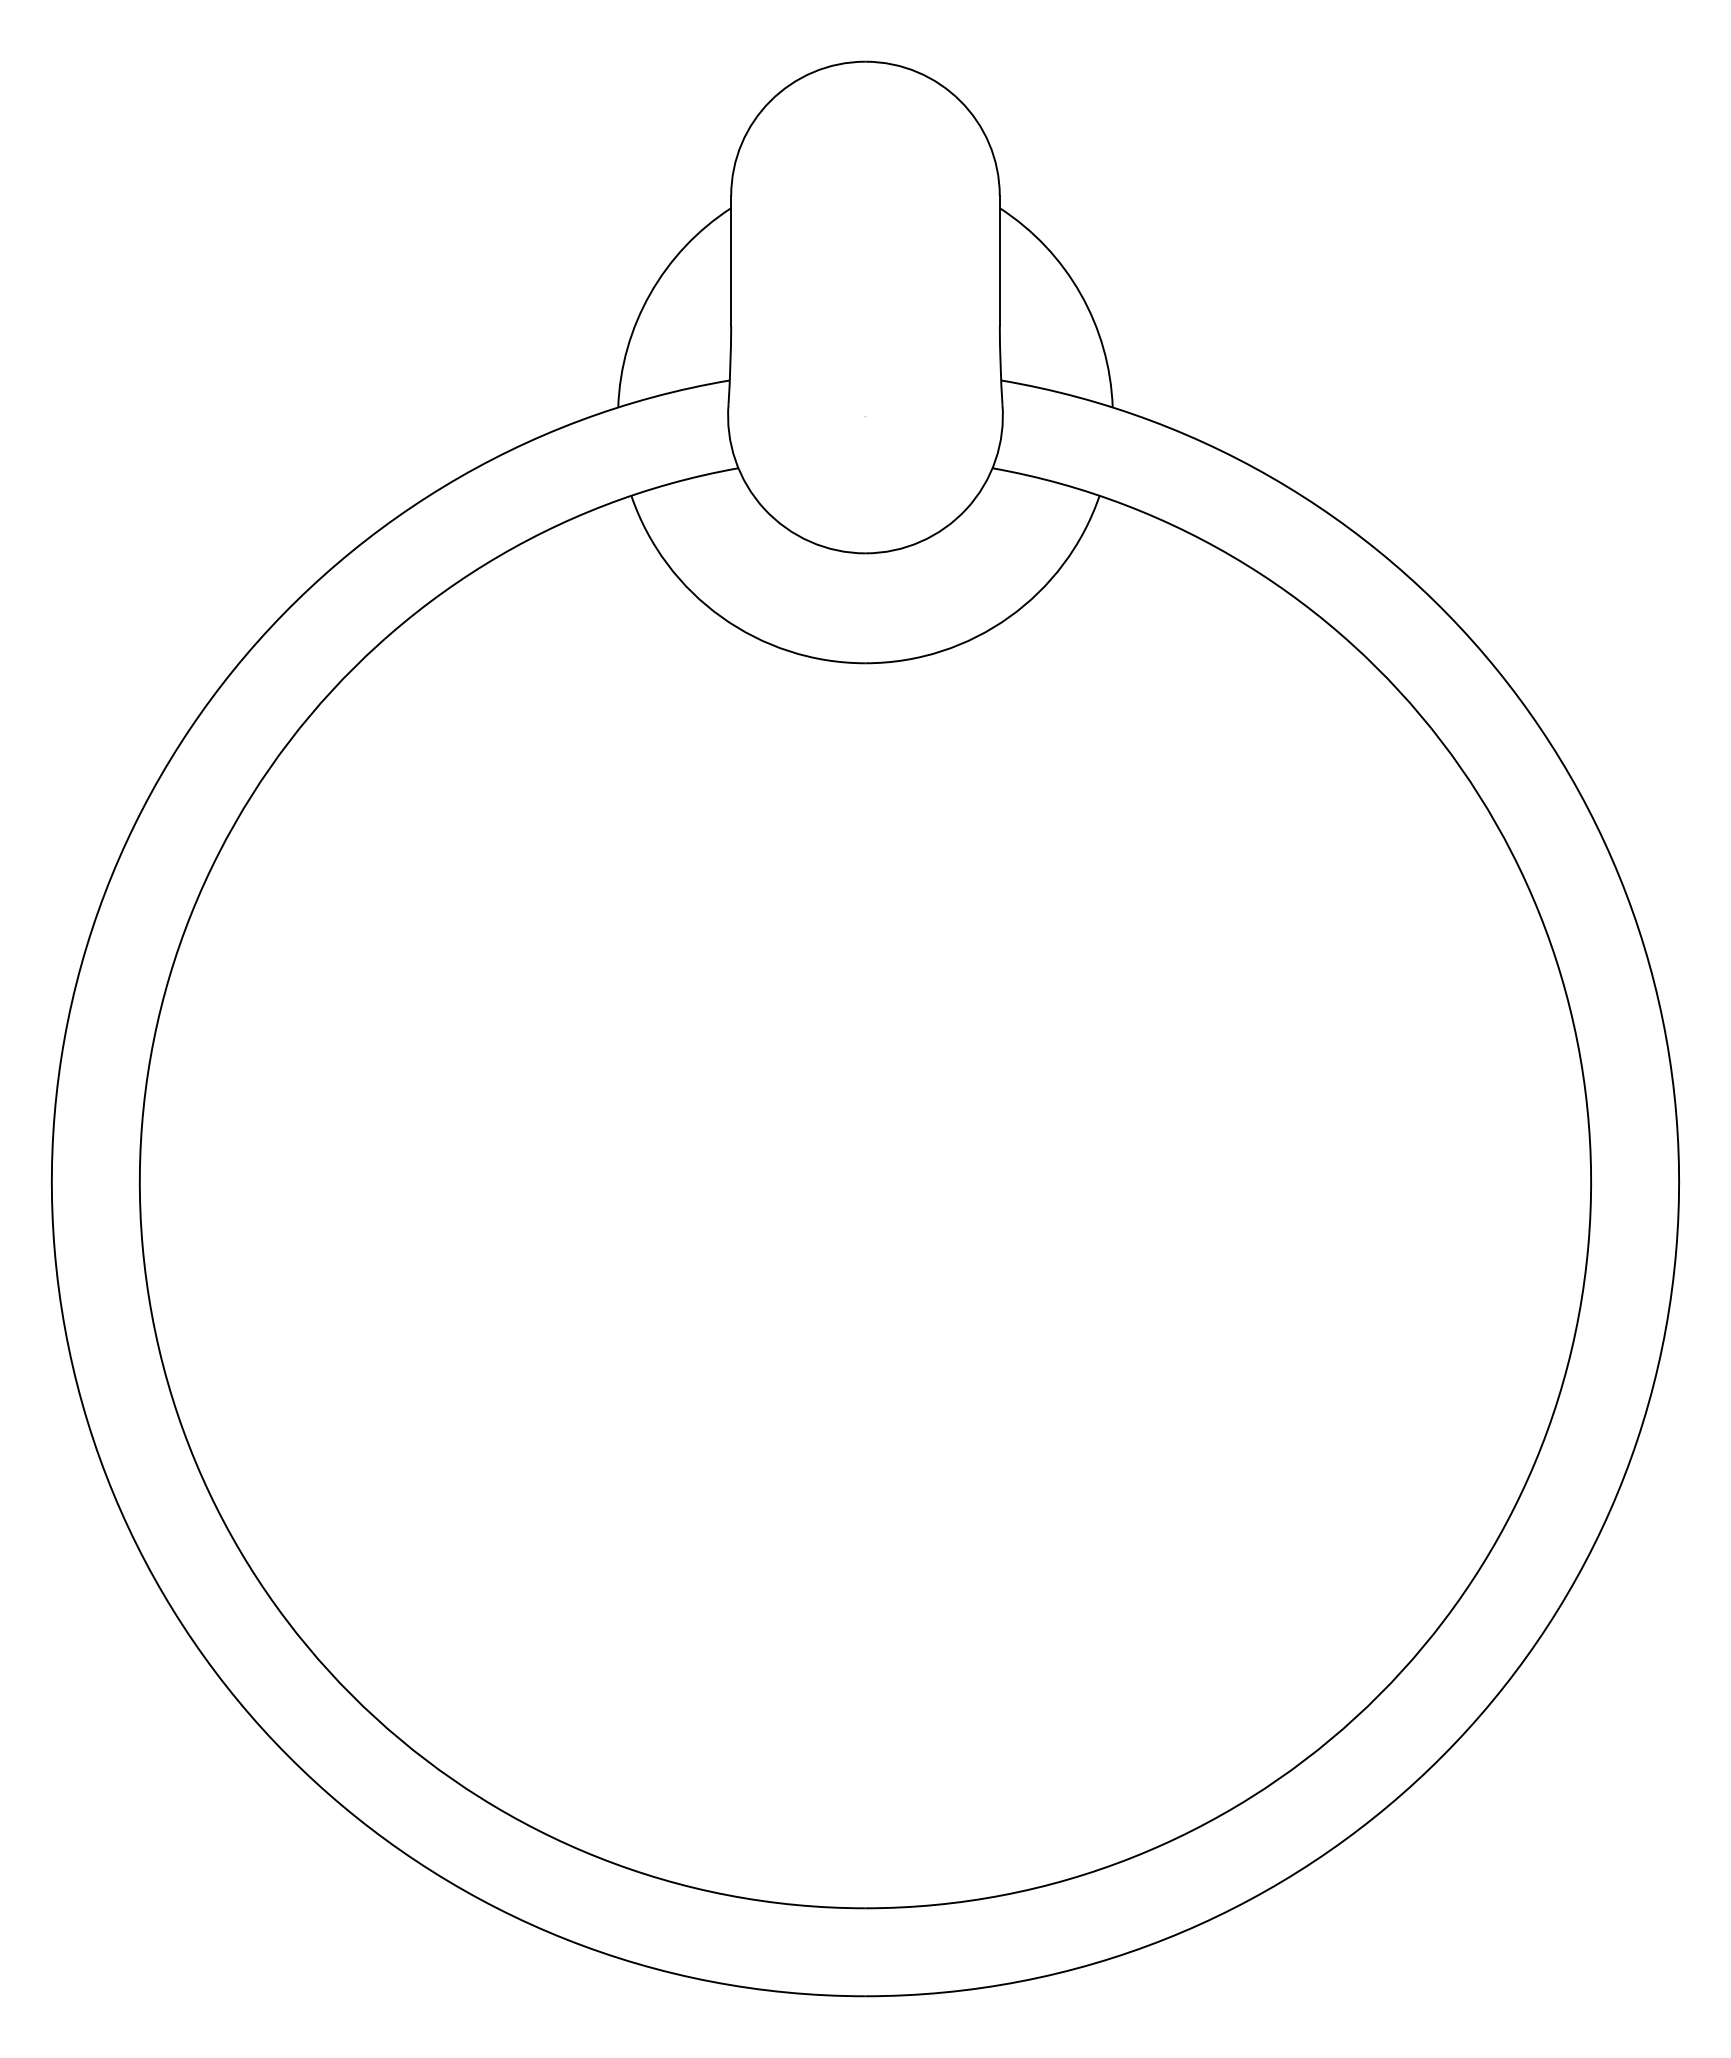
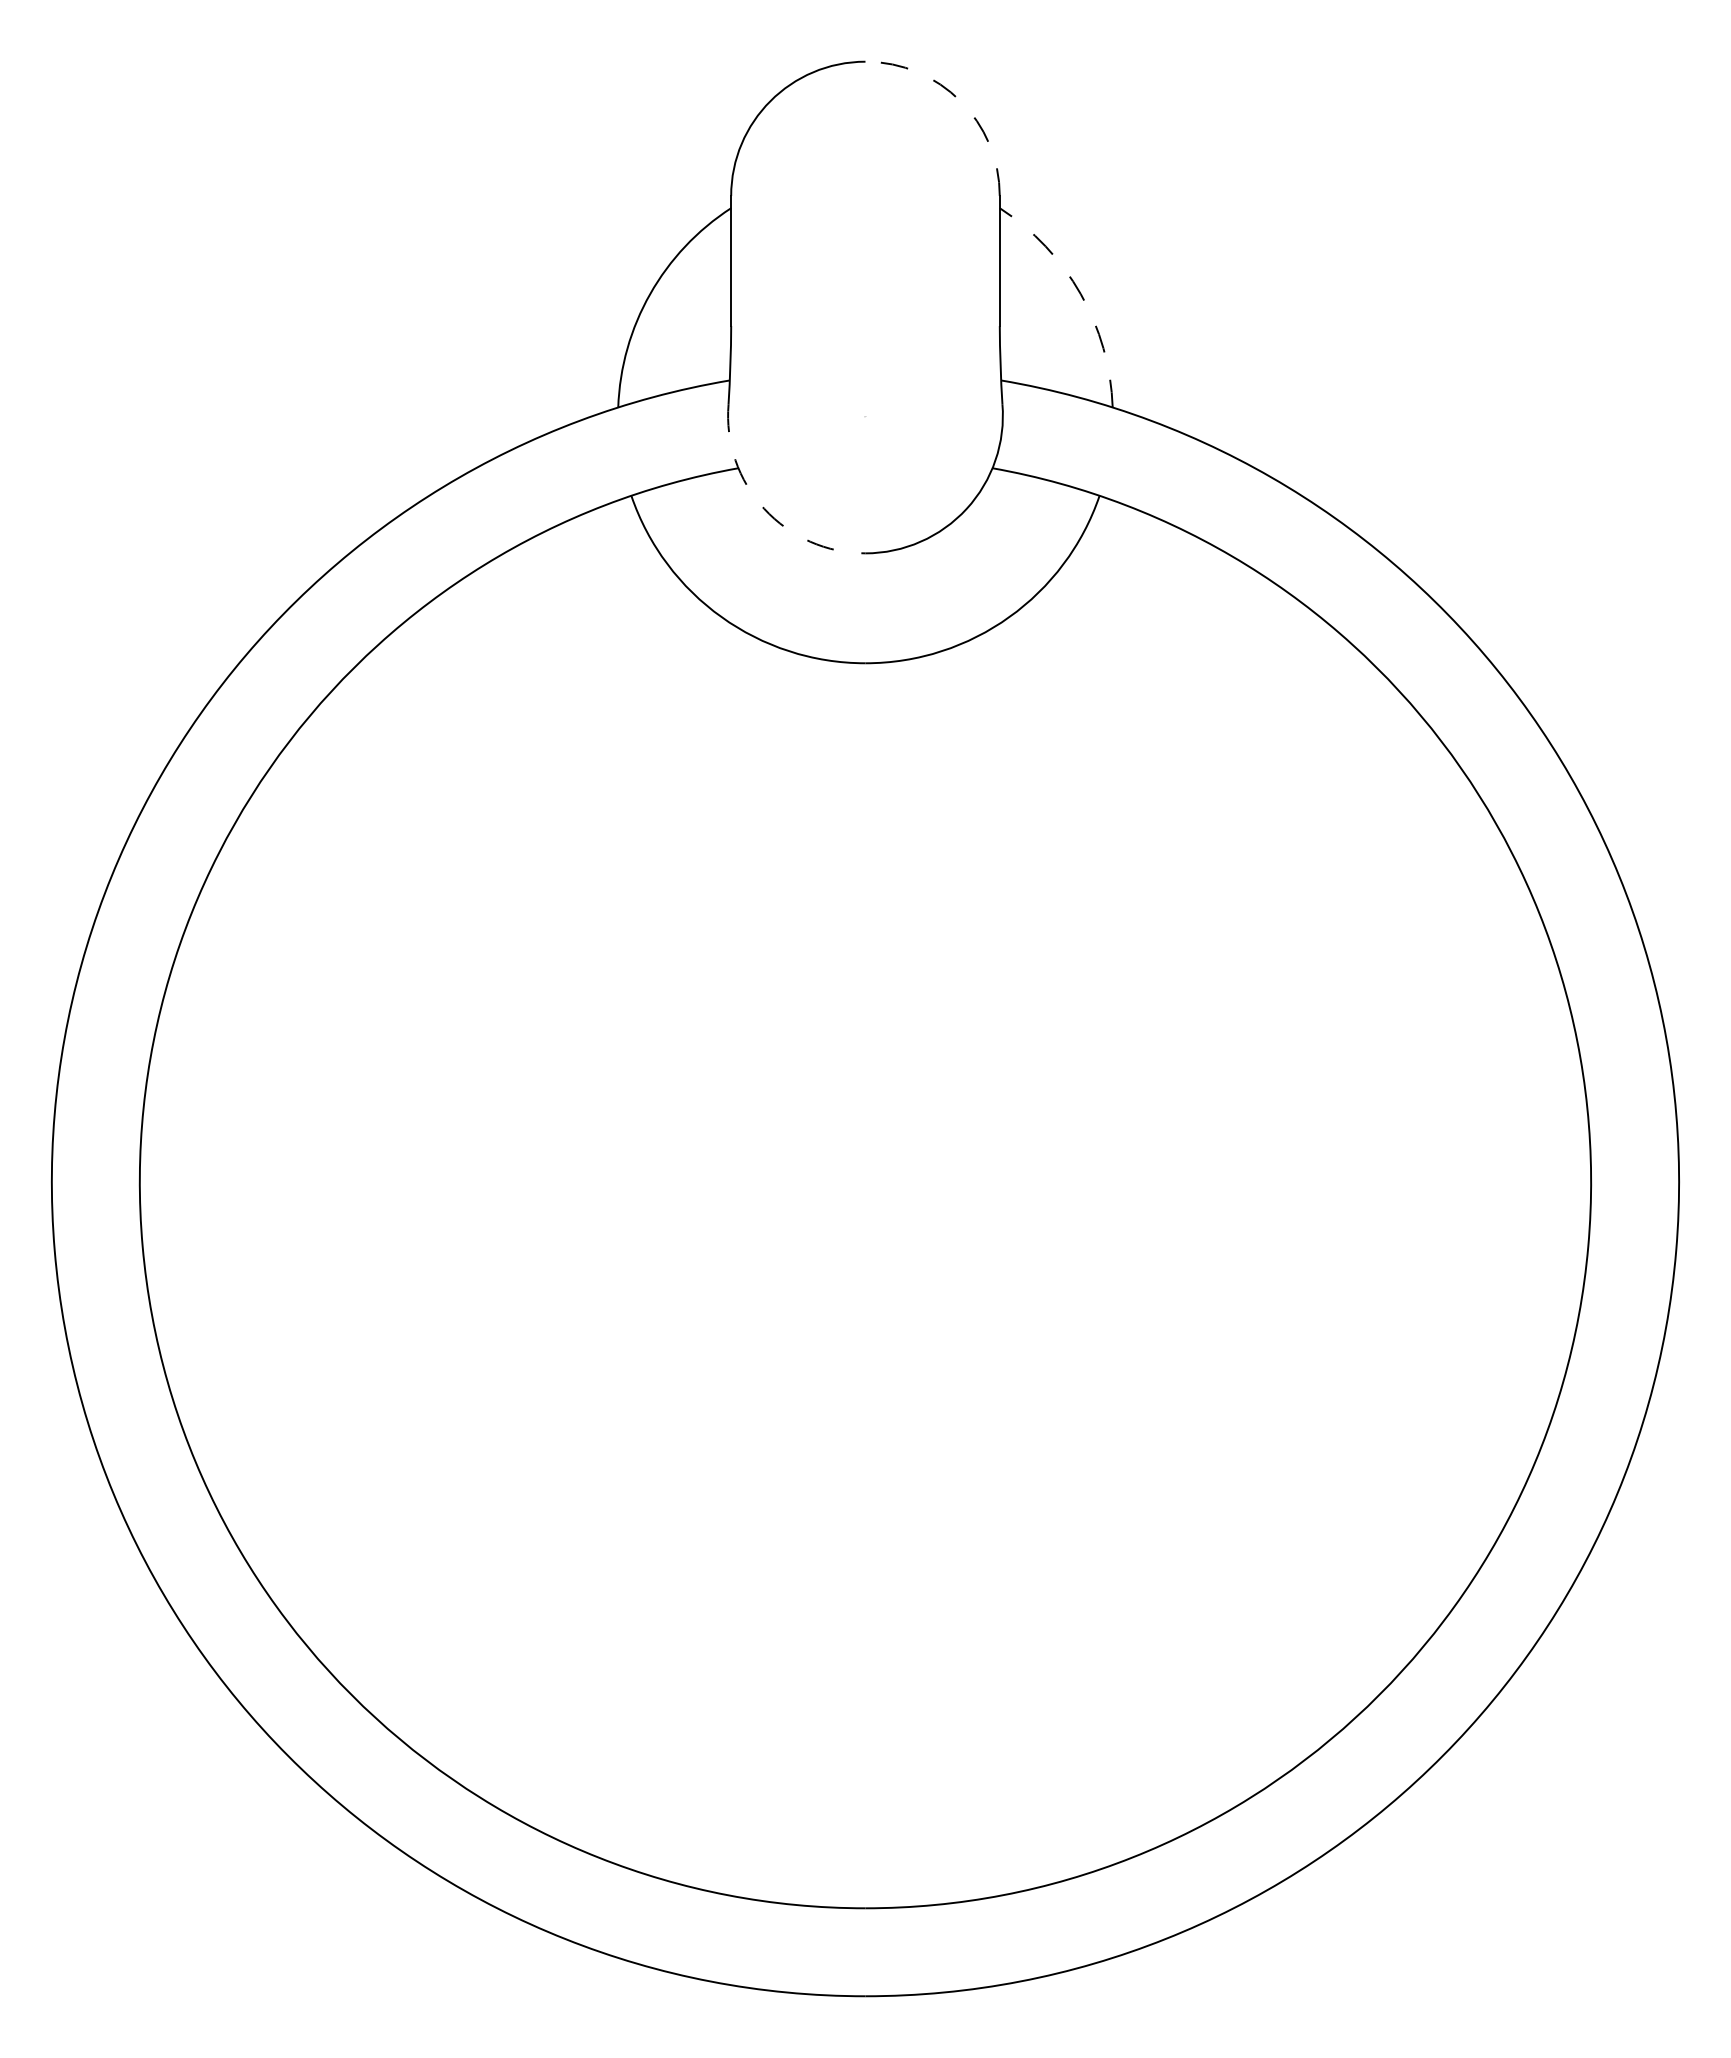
arc at (960, 101): solid -> dashed
arc at (1080, 294): solid -> dashed
arc at (764, 508): solid -> dashed
